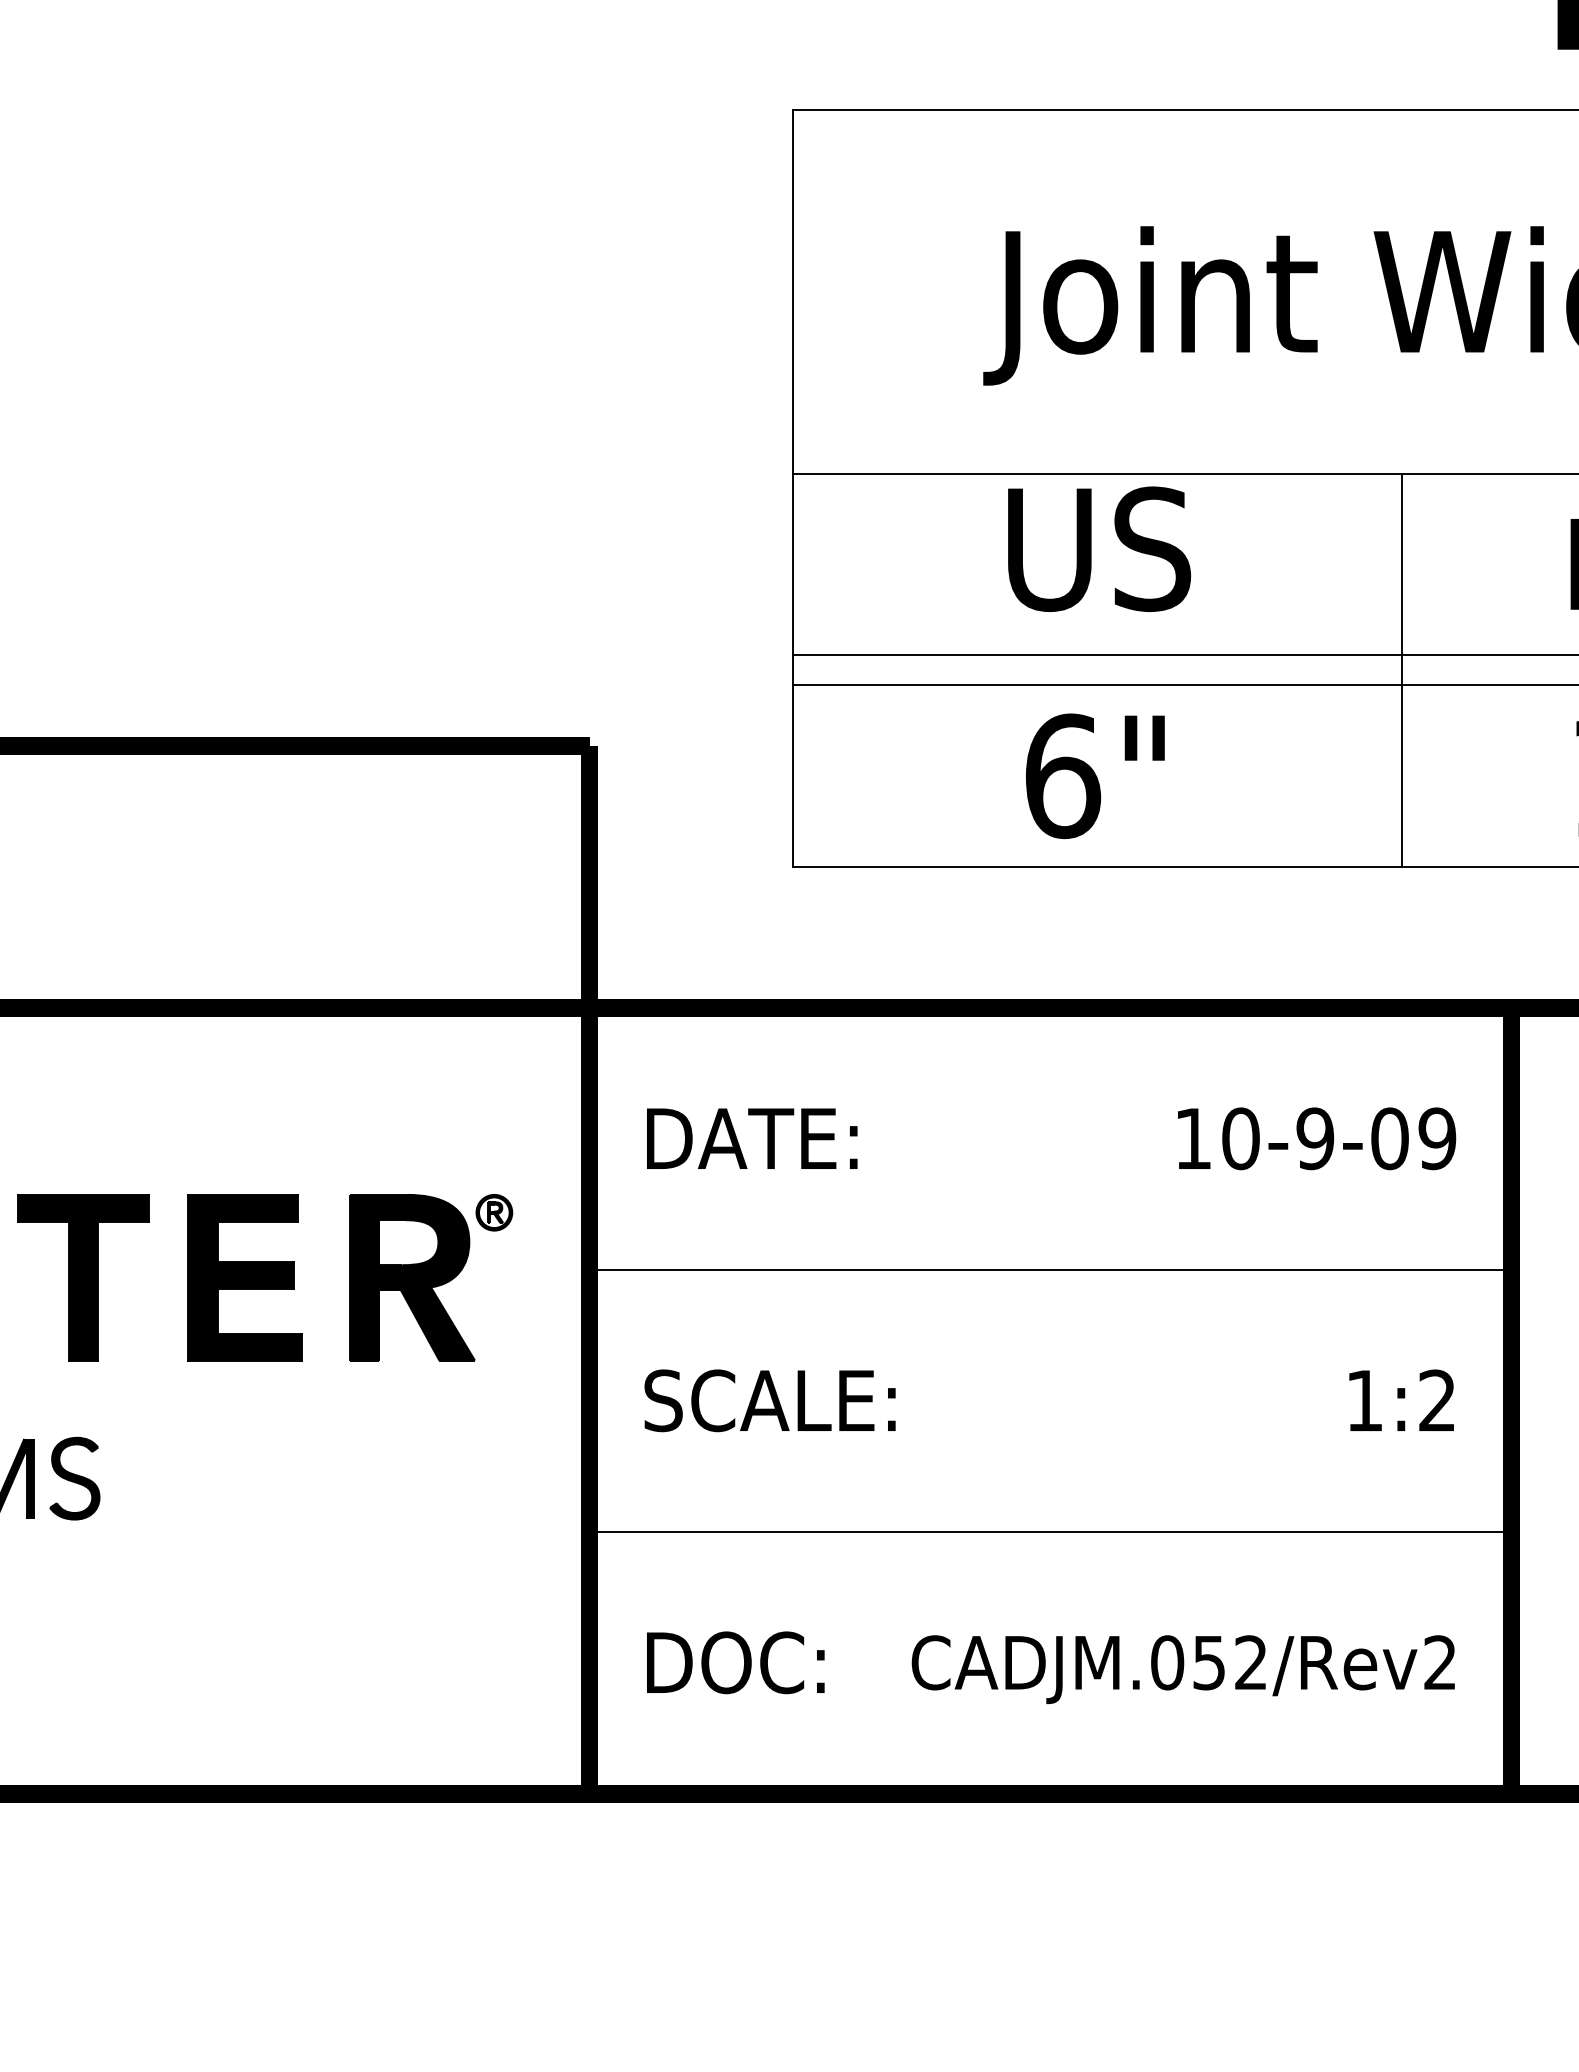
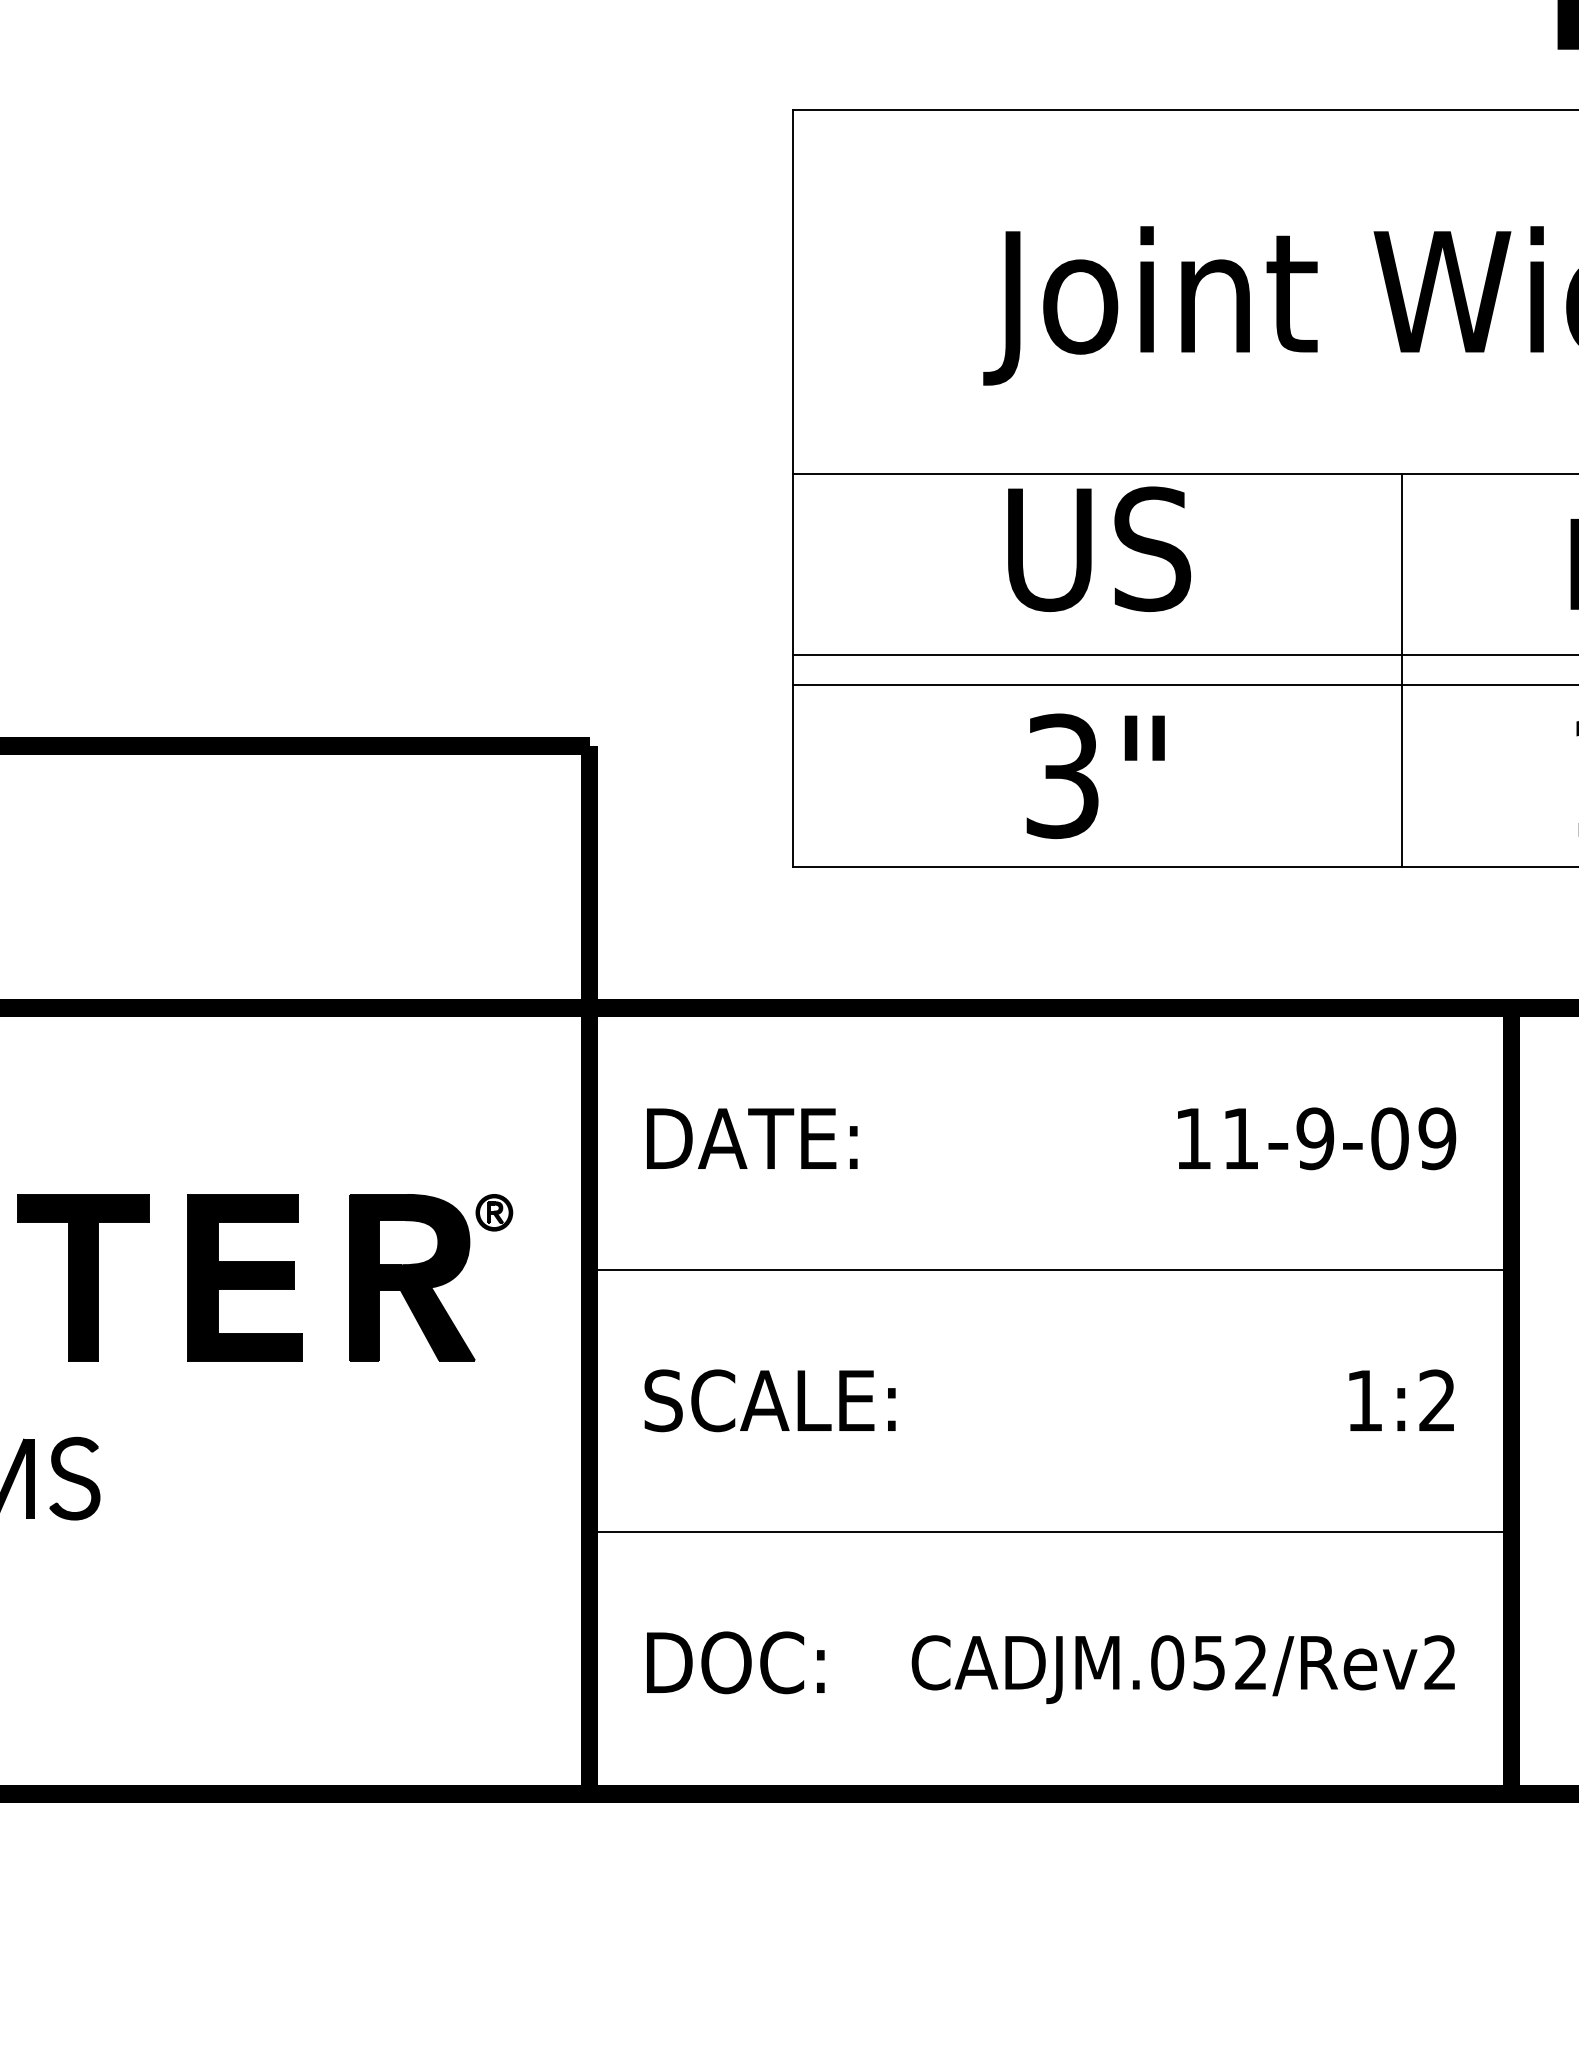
text at (1063, 776): 6" -> 3"
text at (1240, 1138): 10-9-09 -> 11-9-09
